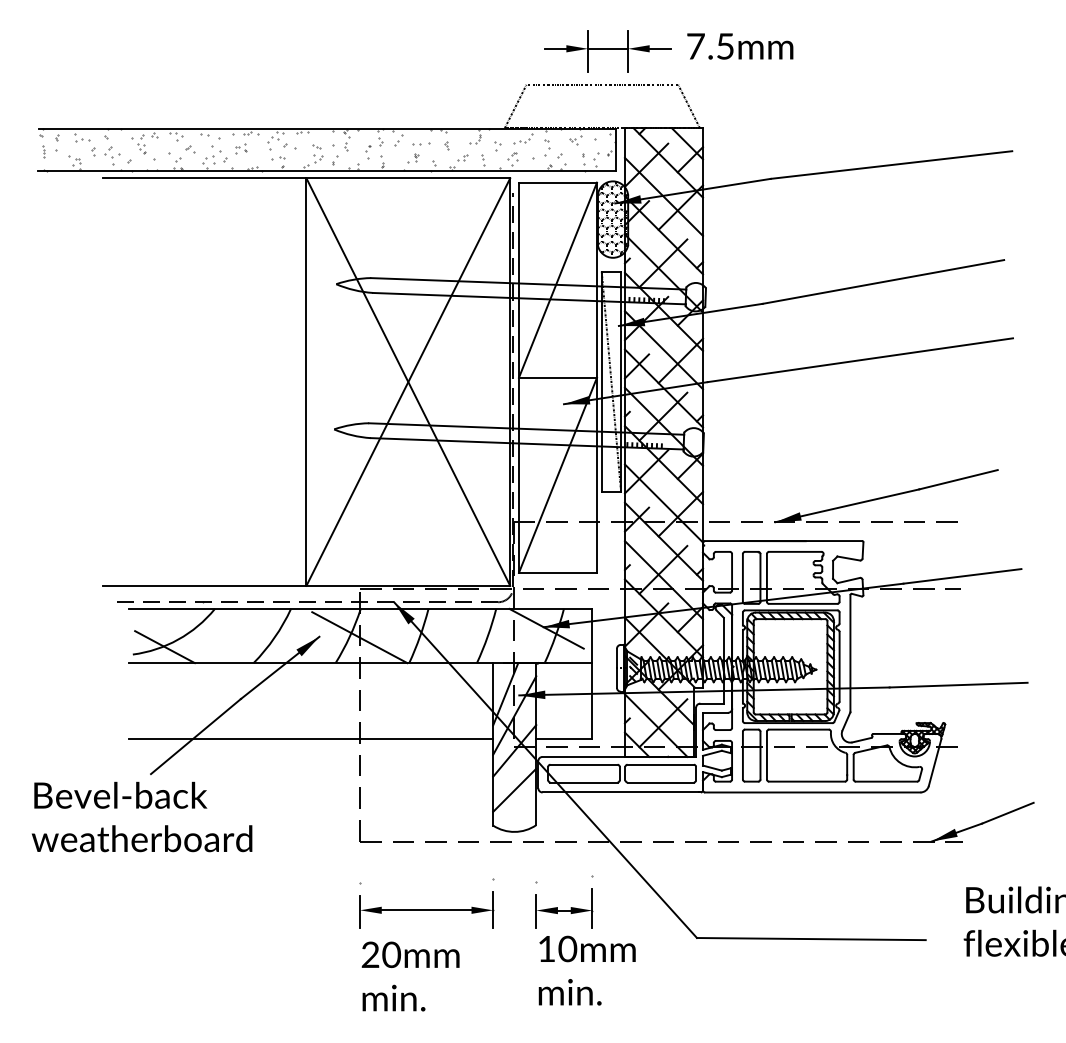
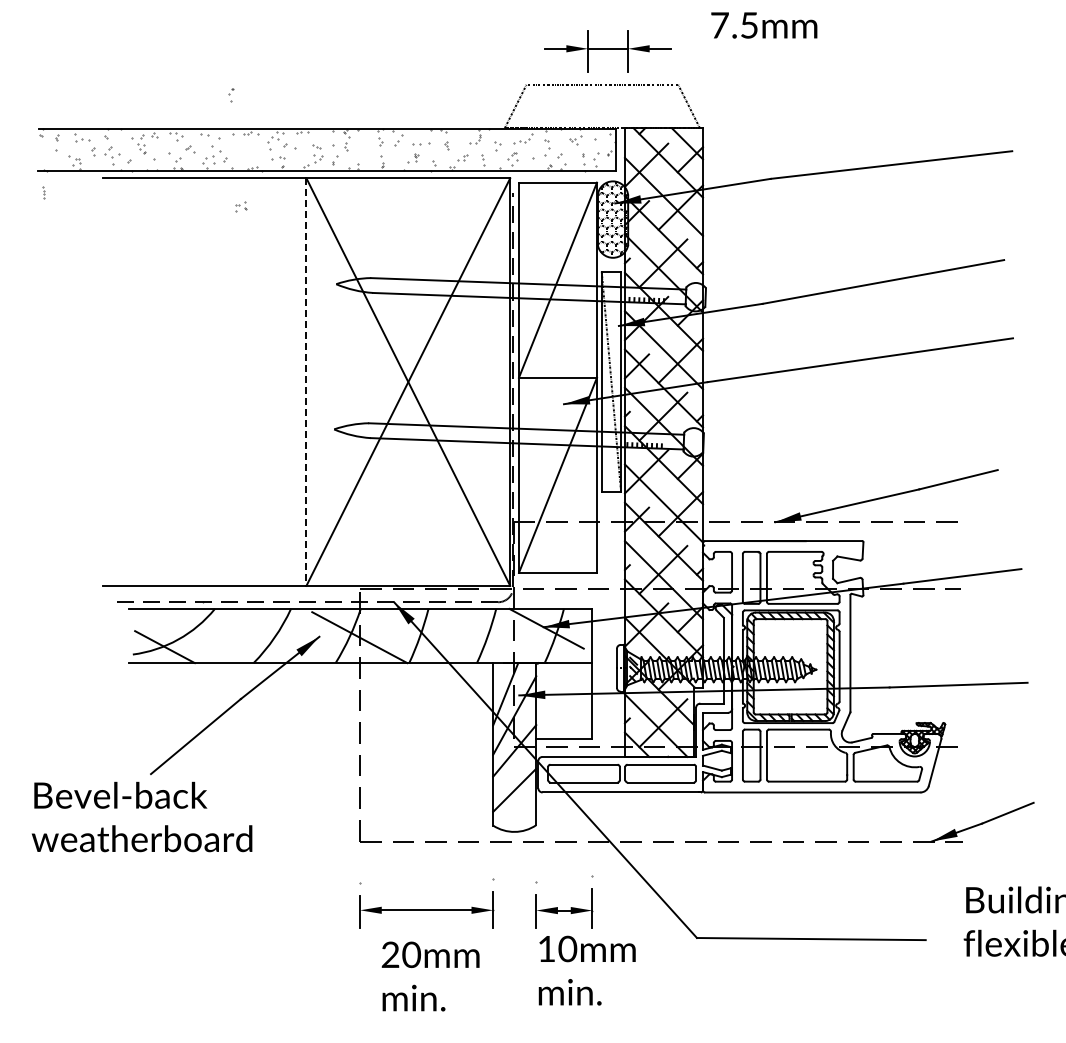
text at (740, 46) position: (740, 46) -> (764, 25)
part at (241, 148) position: (241, 148) -> (241, 206)
part at (43, 151) position: (43, 151) -> (43, 192)
part at (368, 152) position: (368, 152) -> (231, 95)
line at (306, 382): solid -> dashed
line at (310, 738): present -> none
text at (410, 976) position: (410, 976) -> (430, 976)
